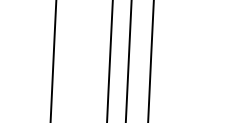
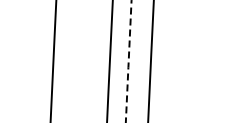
arc at (128, 61): solid -> dashed
